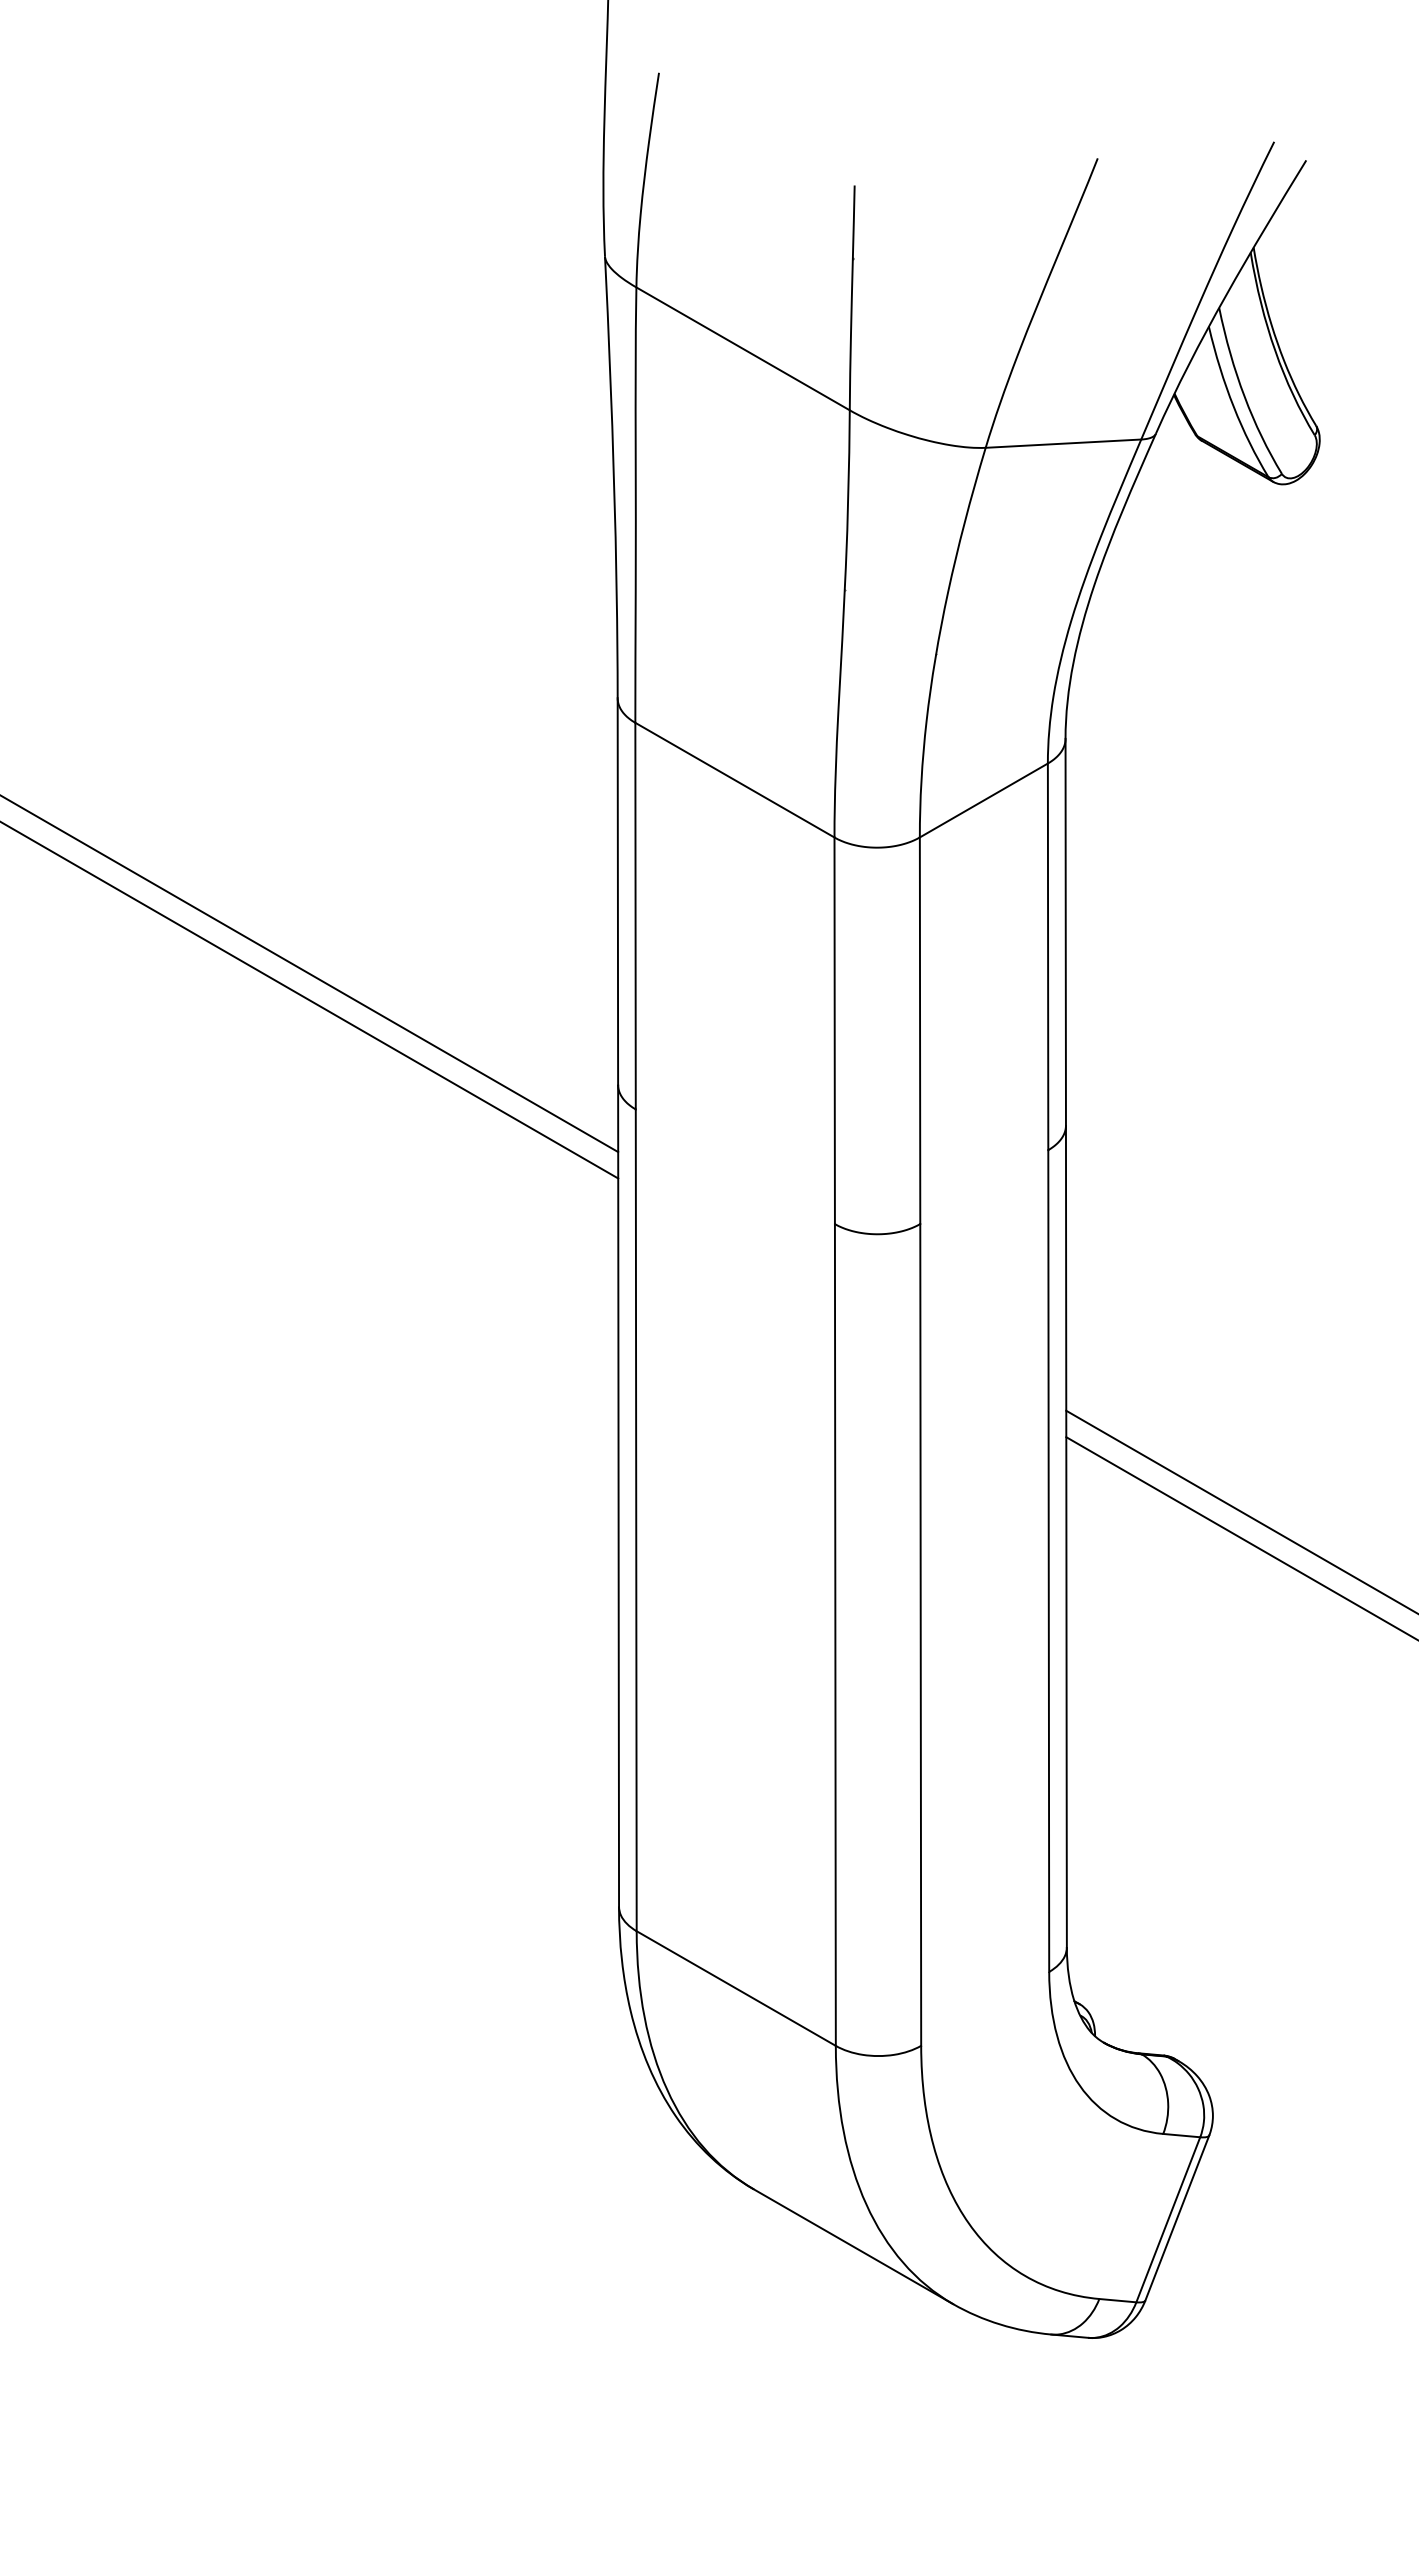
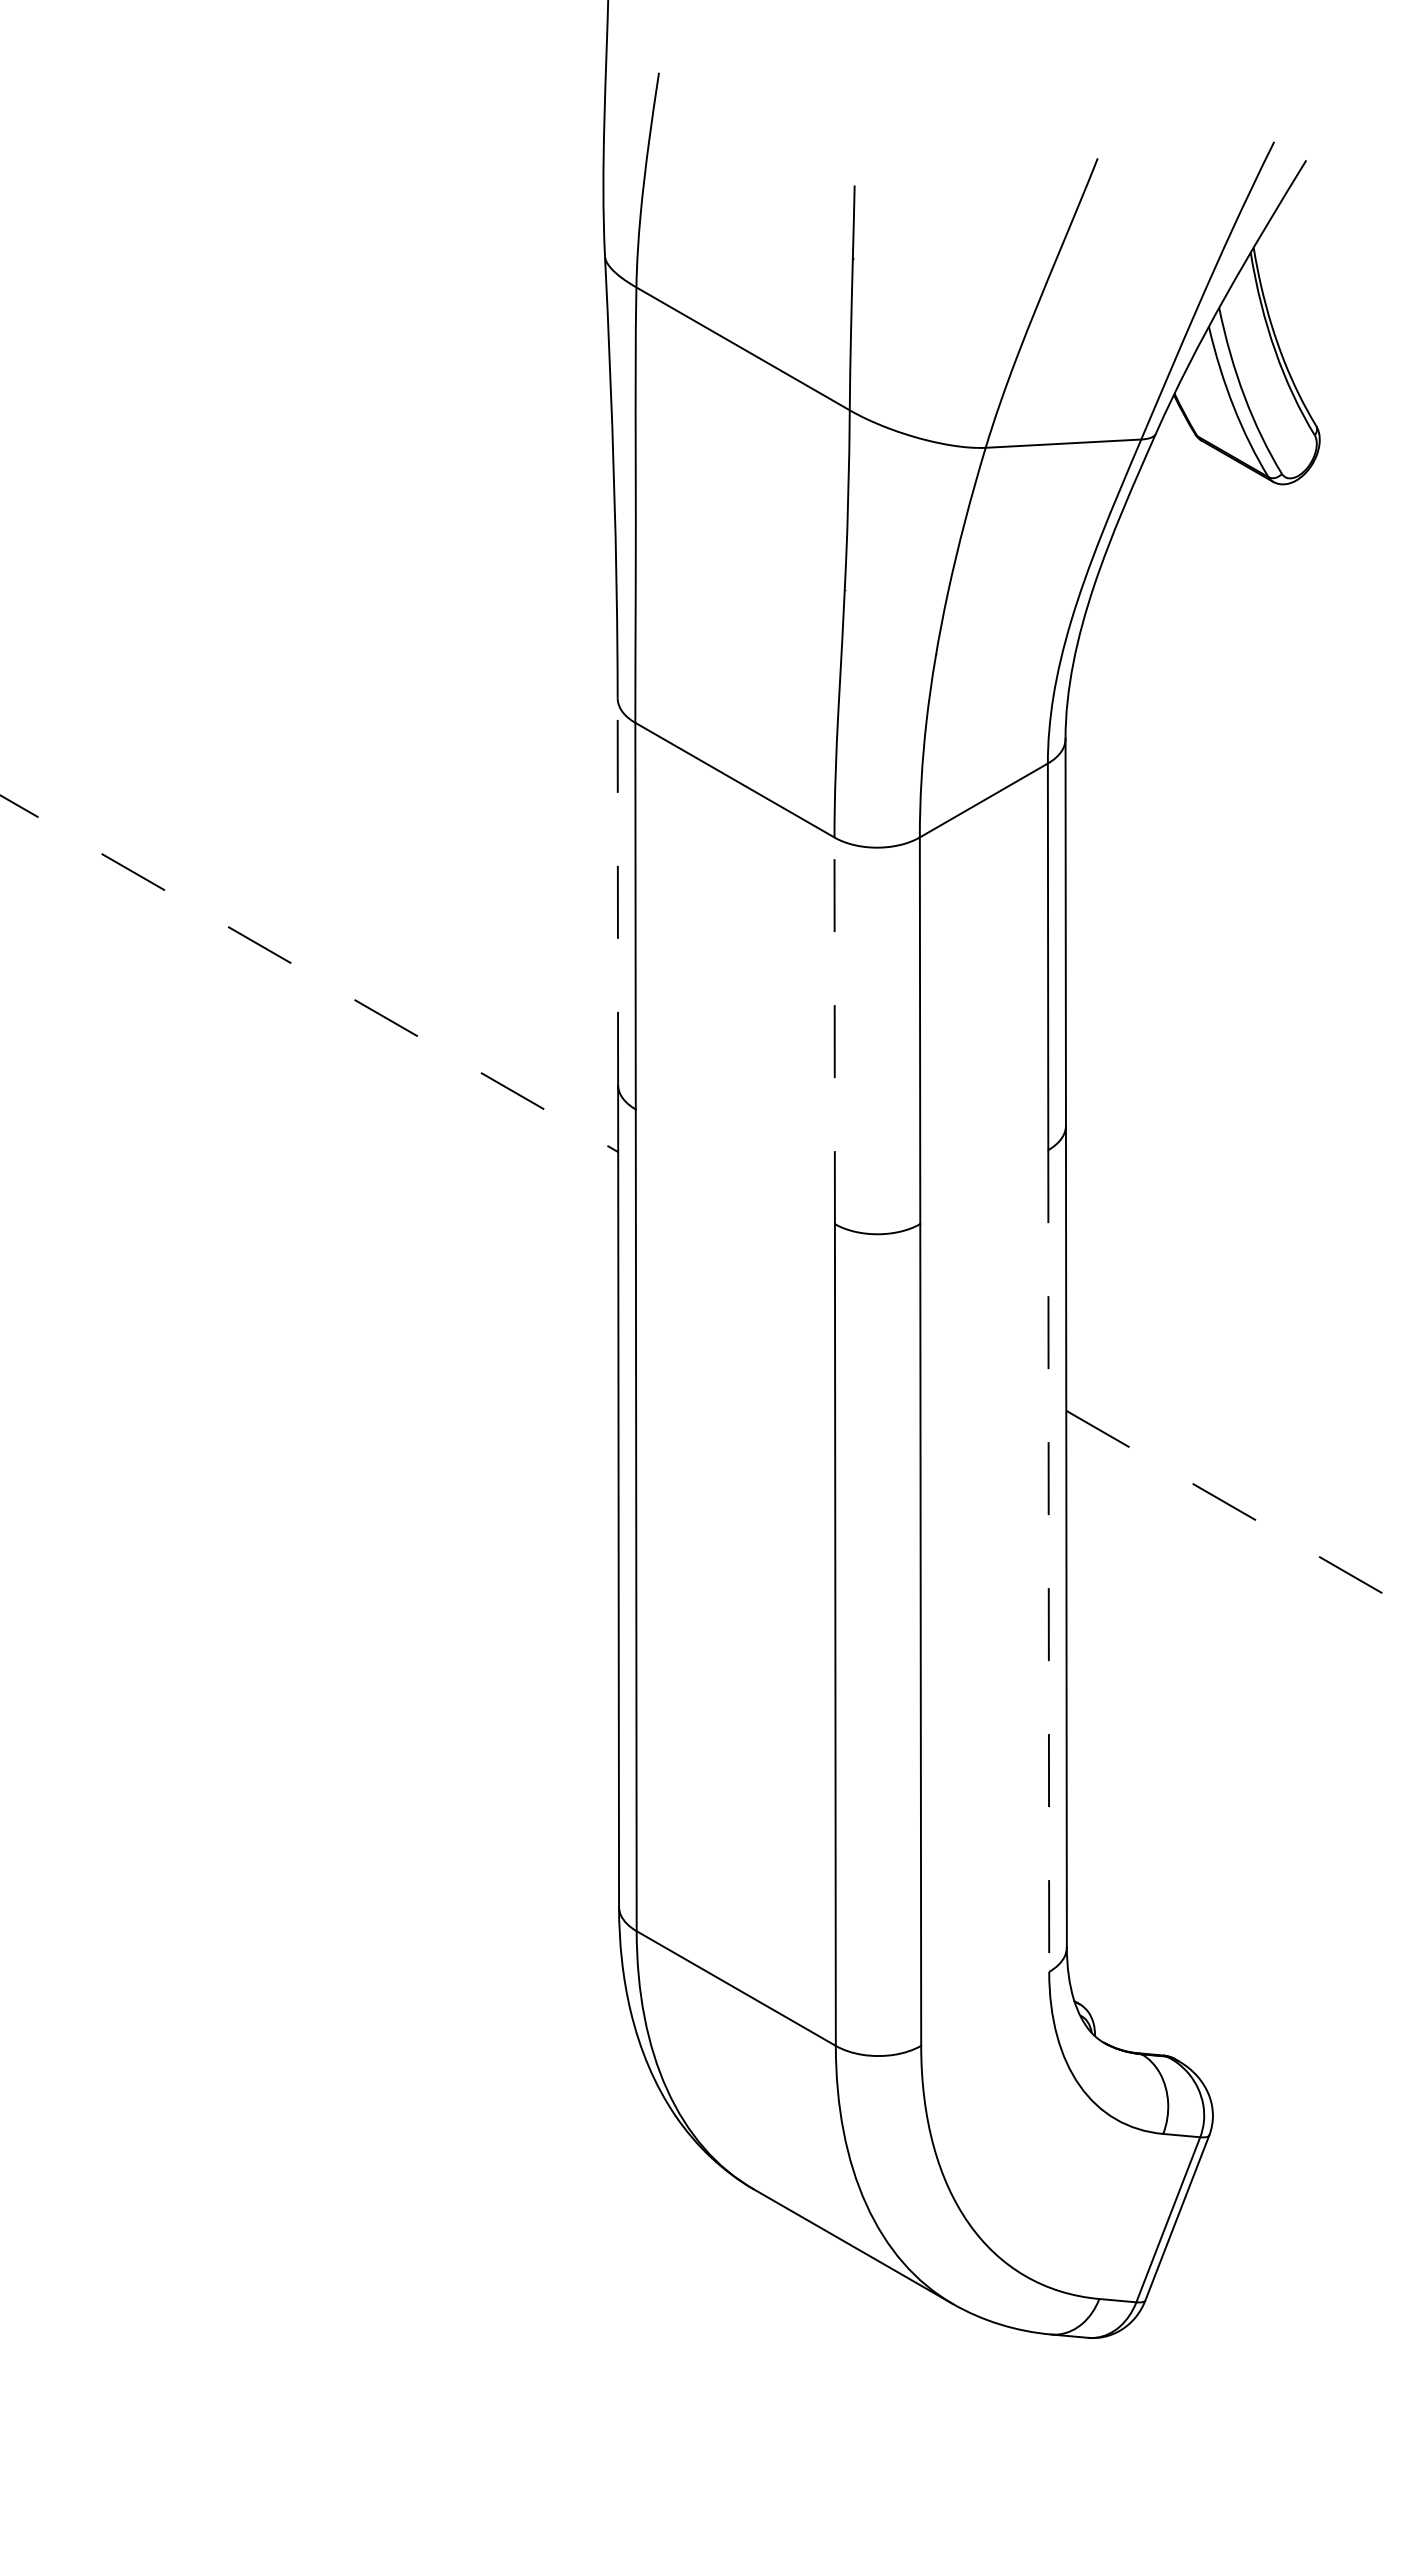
line at (617, 891): solid -> dashed
line at (309, 973): solid -> dashed
line at (310, 1000): present -> none
line at (834, 1030): solid -> dashed
line at (1242, 1512): solid -> dashed
line at (1240, 1537): present -> none
line at (1048, 1561): solid -> dashed
